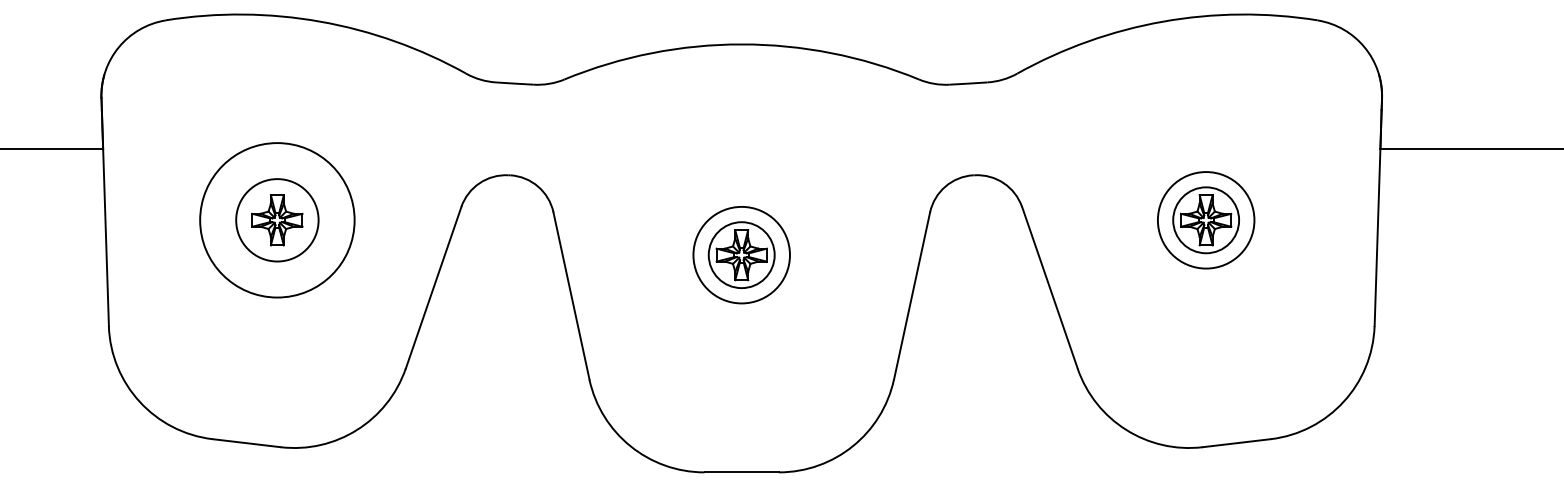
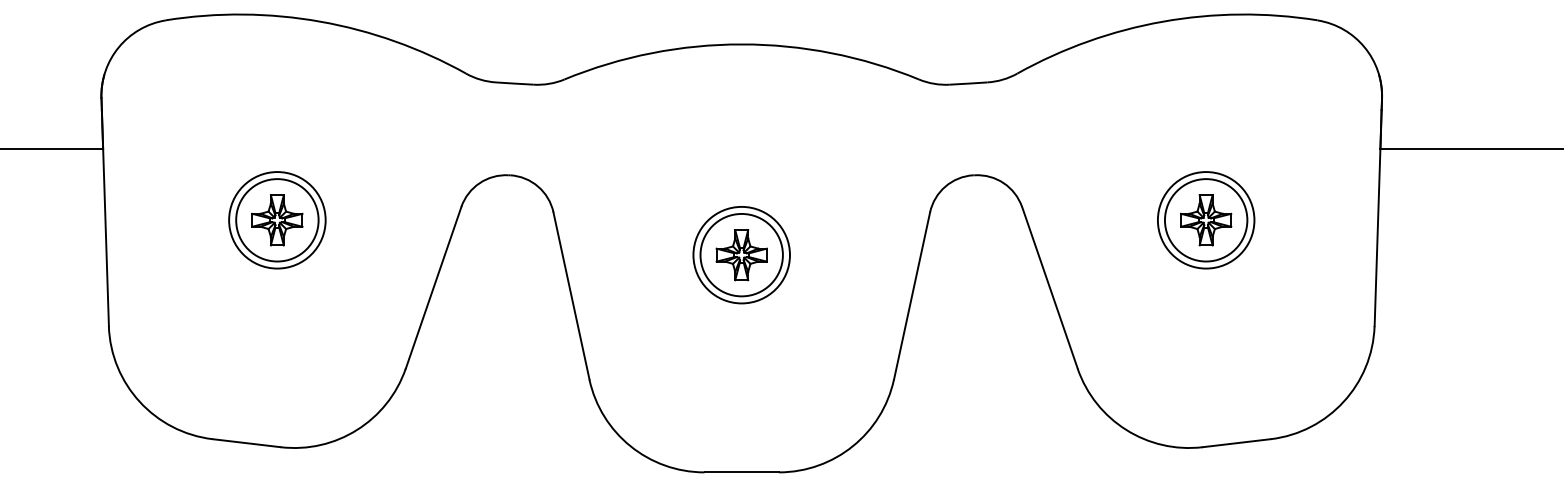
circle at (277, 220) diameter: 154 px -> 97 px
circle at (1206, 220) diameter: 66 px -> 82 px
circle at (741, 255) diameter: 66 px -> 82 px
